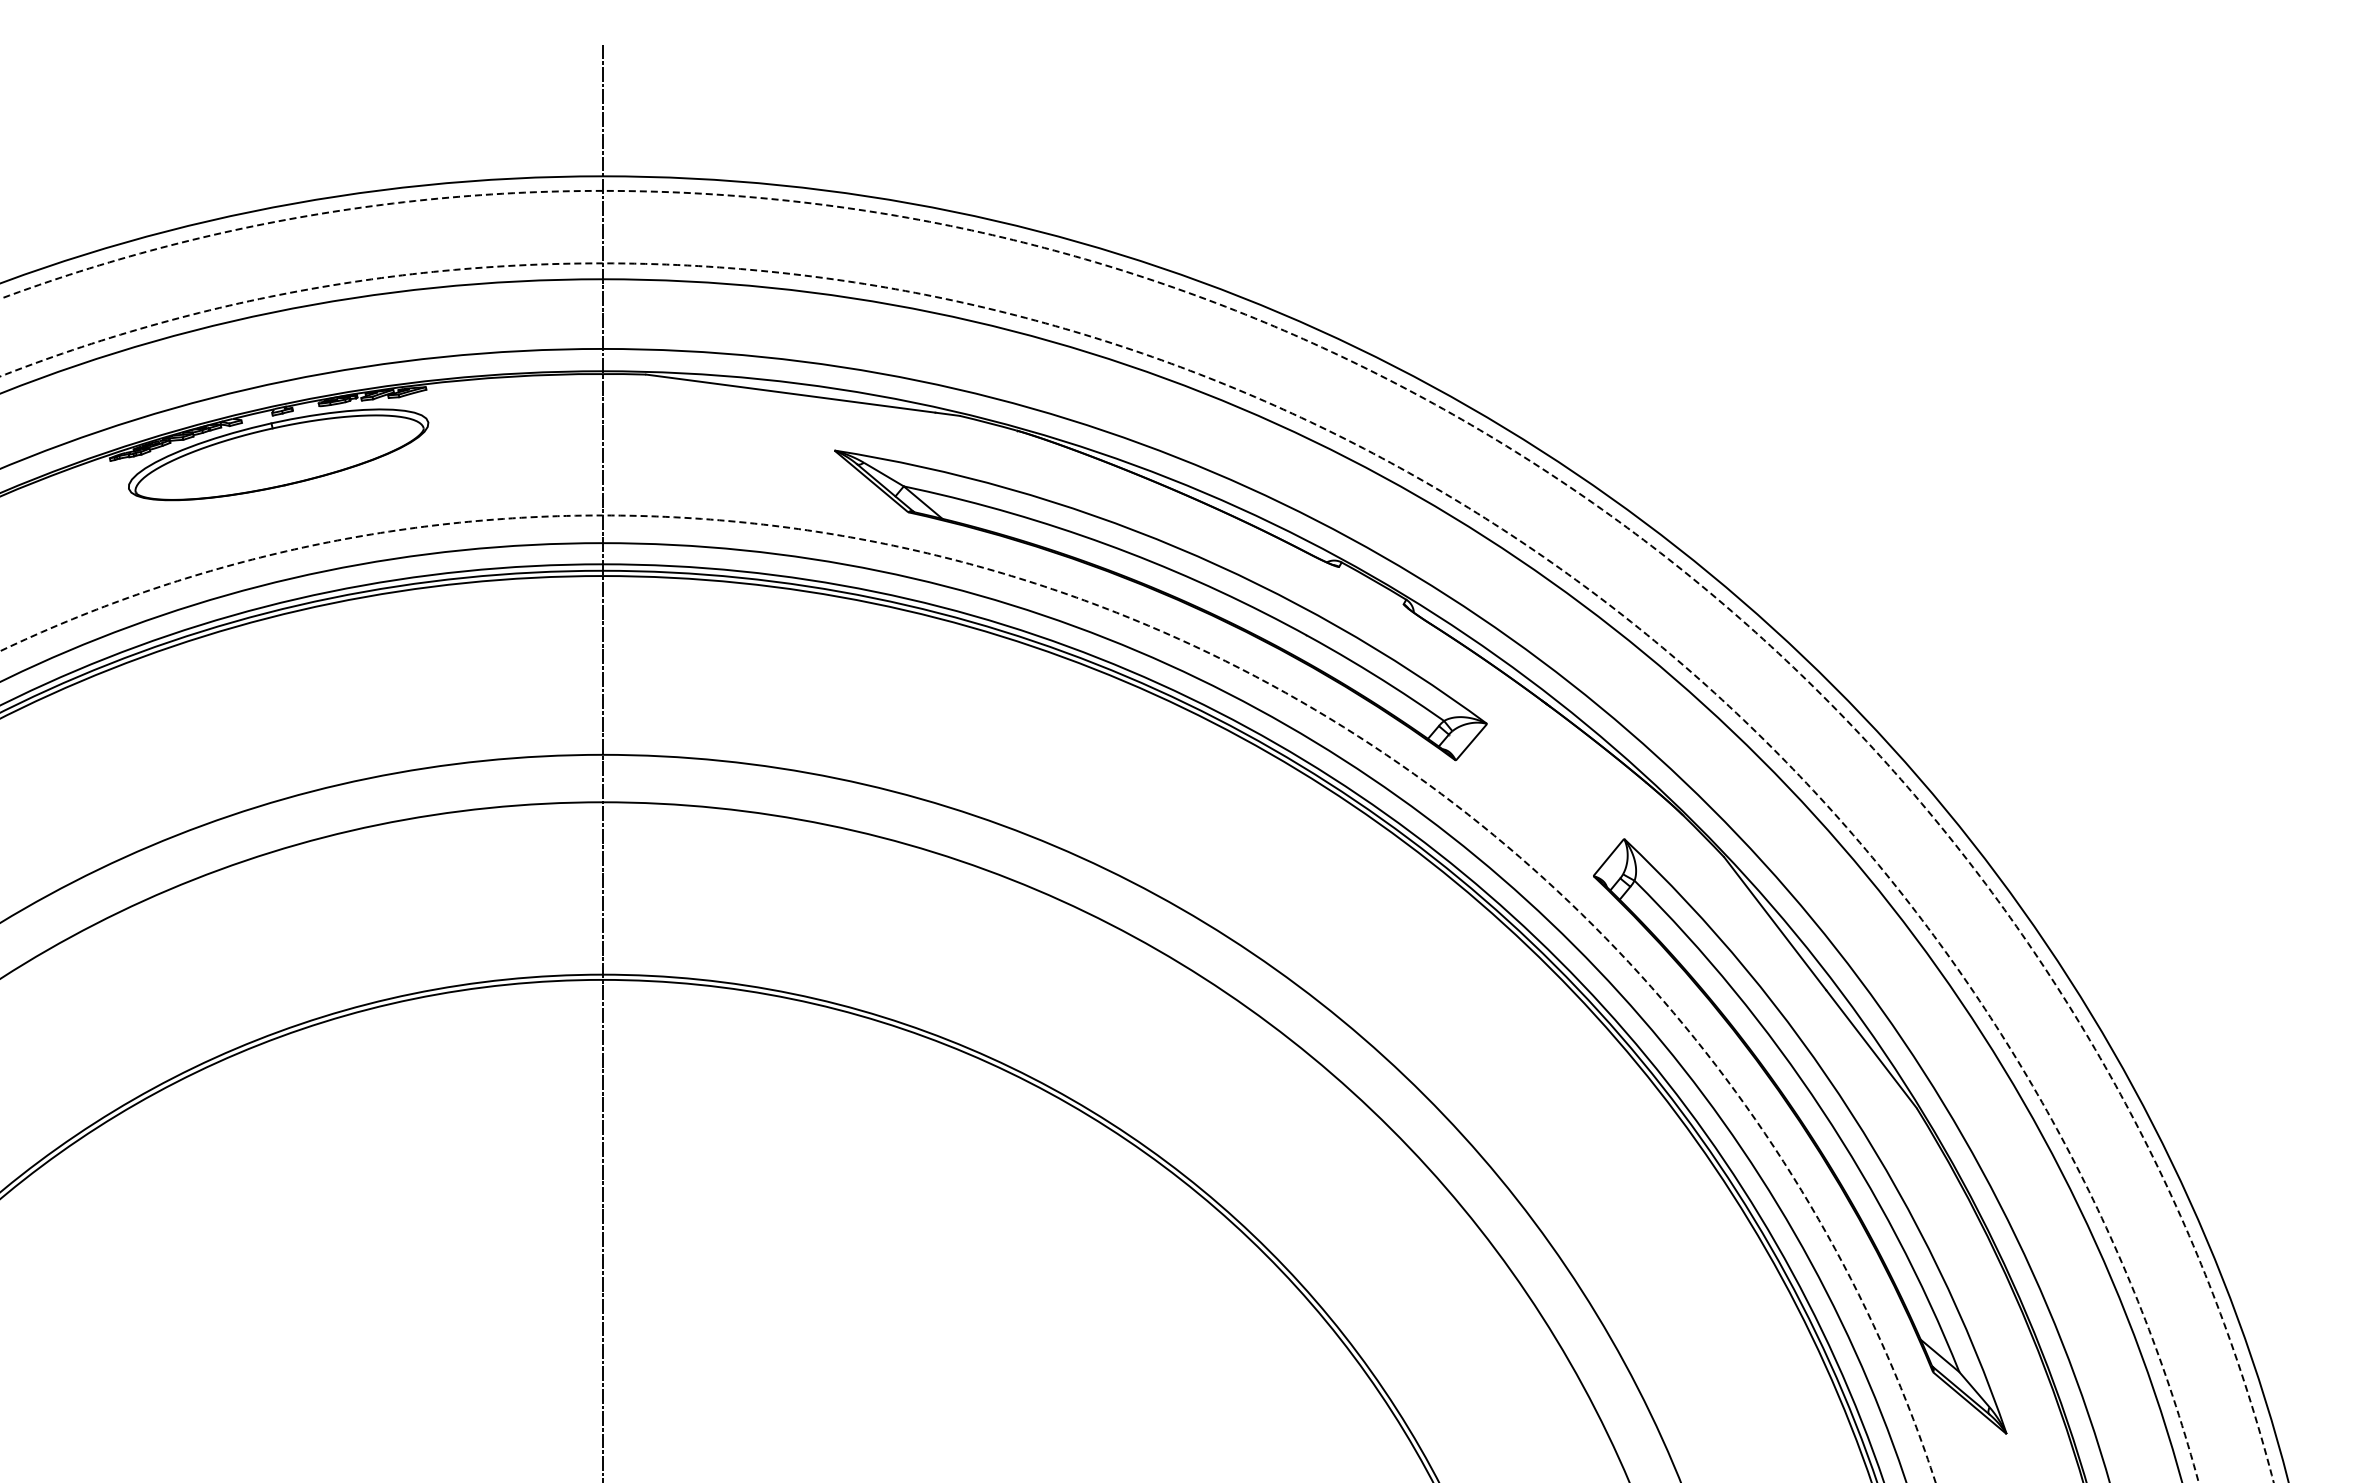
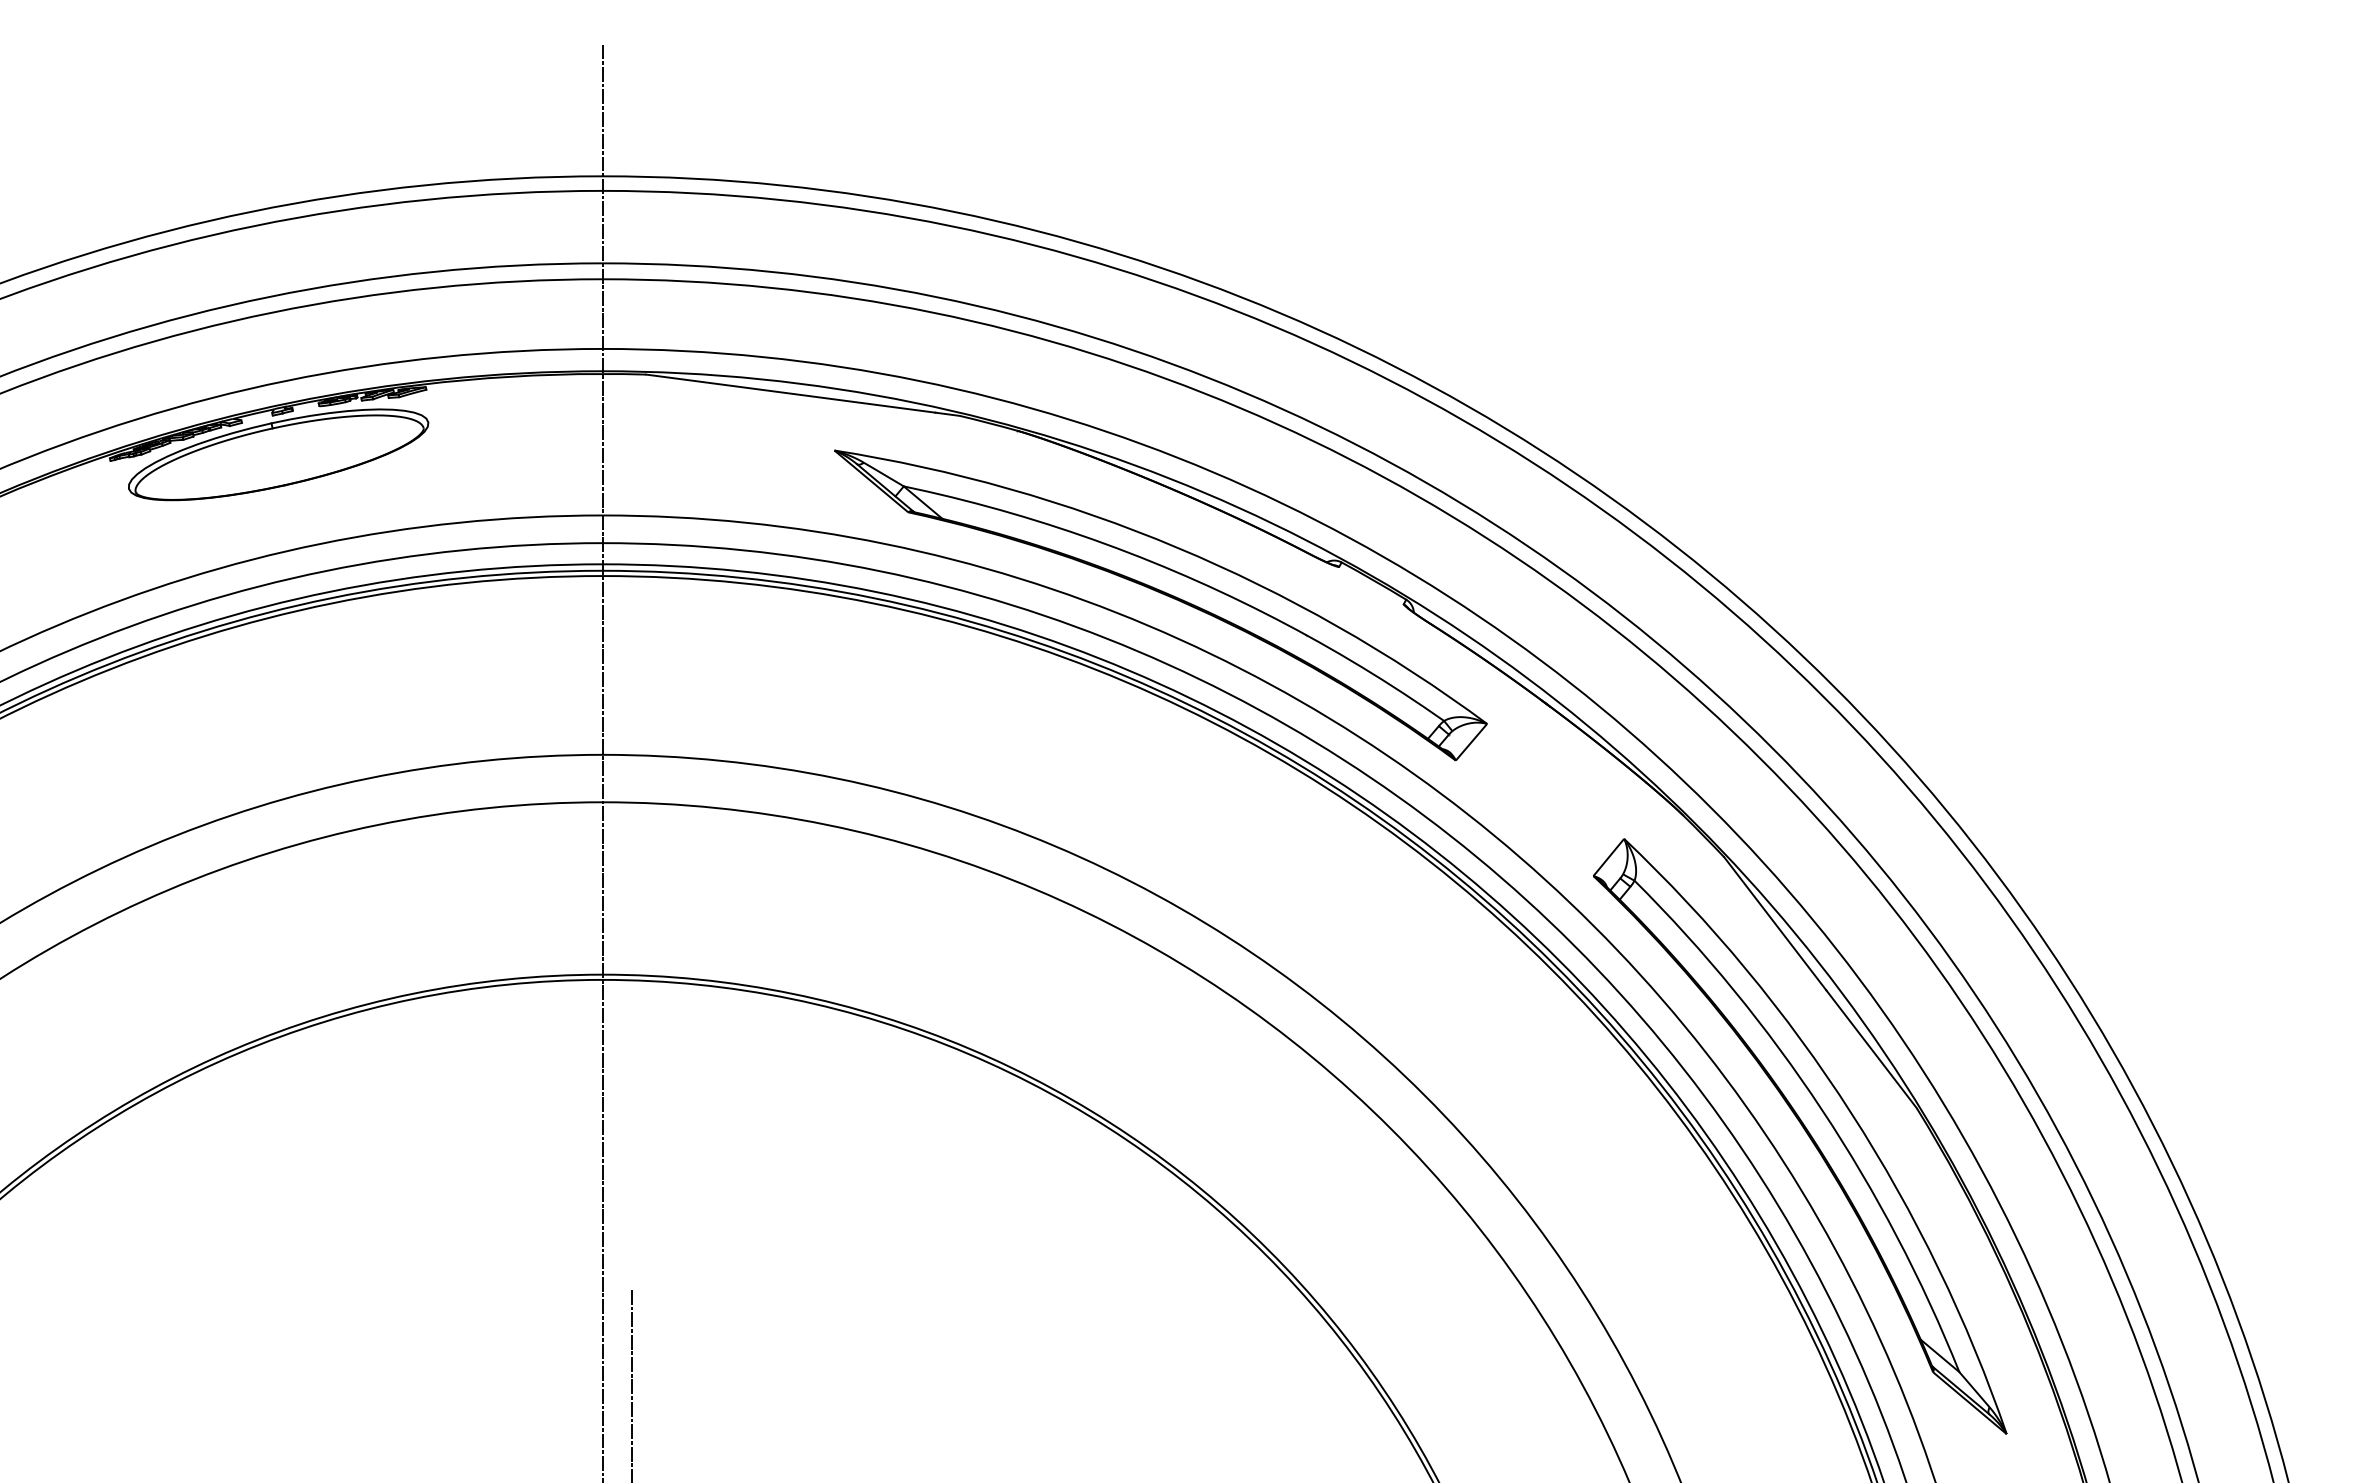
circle at (1136, 836): dashed -> solid
circle at (1099, 872): dashed -> solid
circle at (967, 998): dashed -> solid
line at (632, 1384): none -> present
